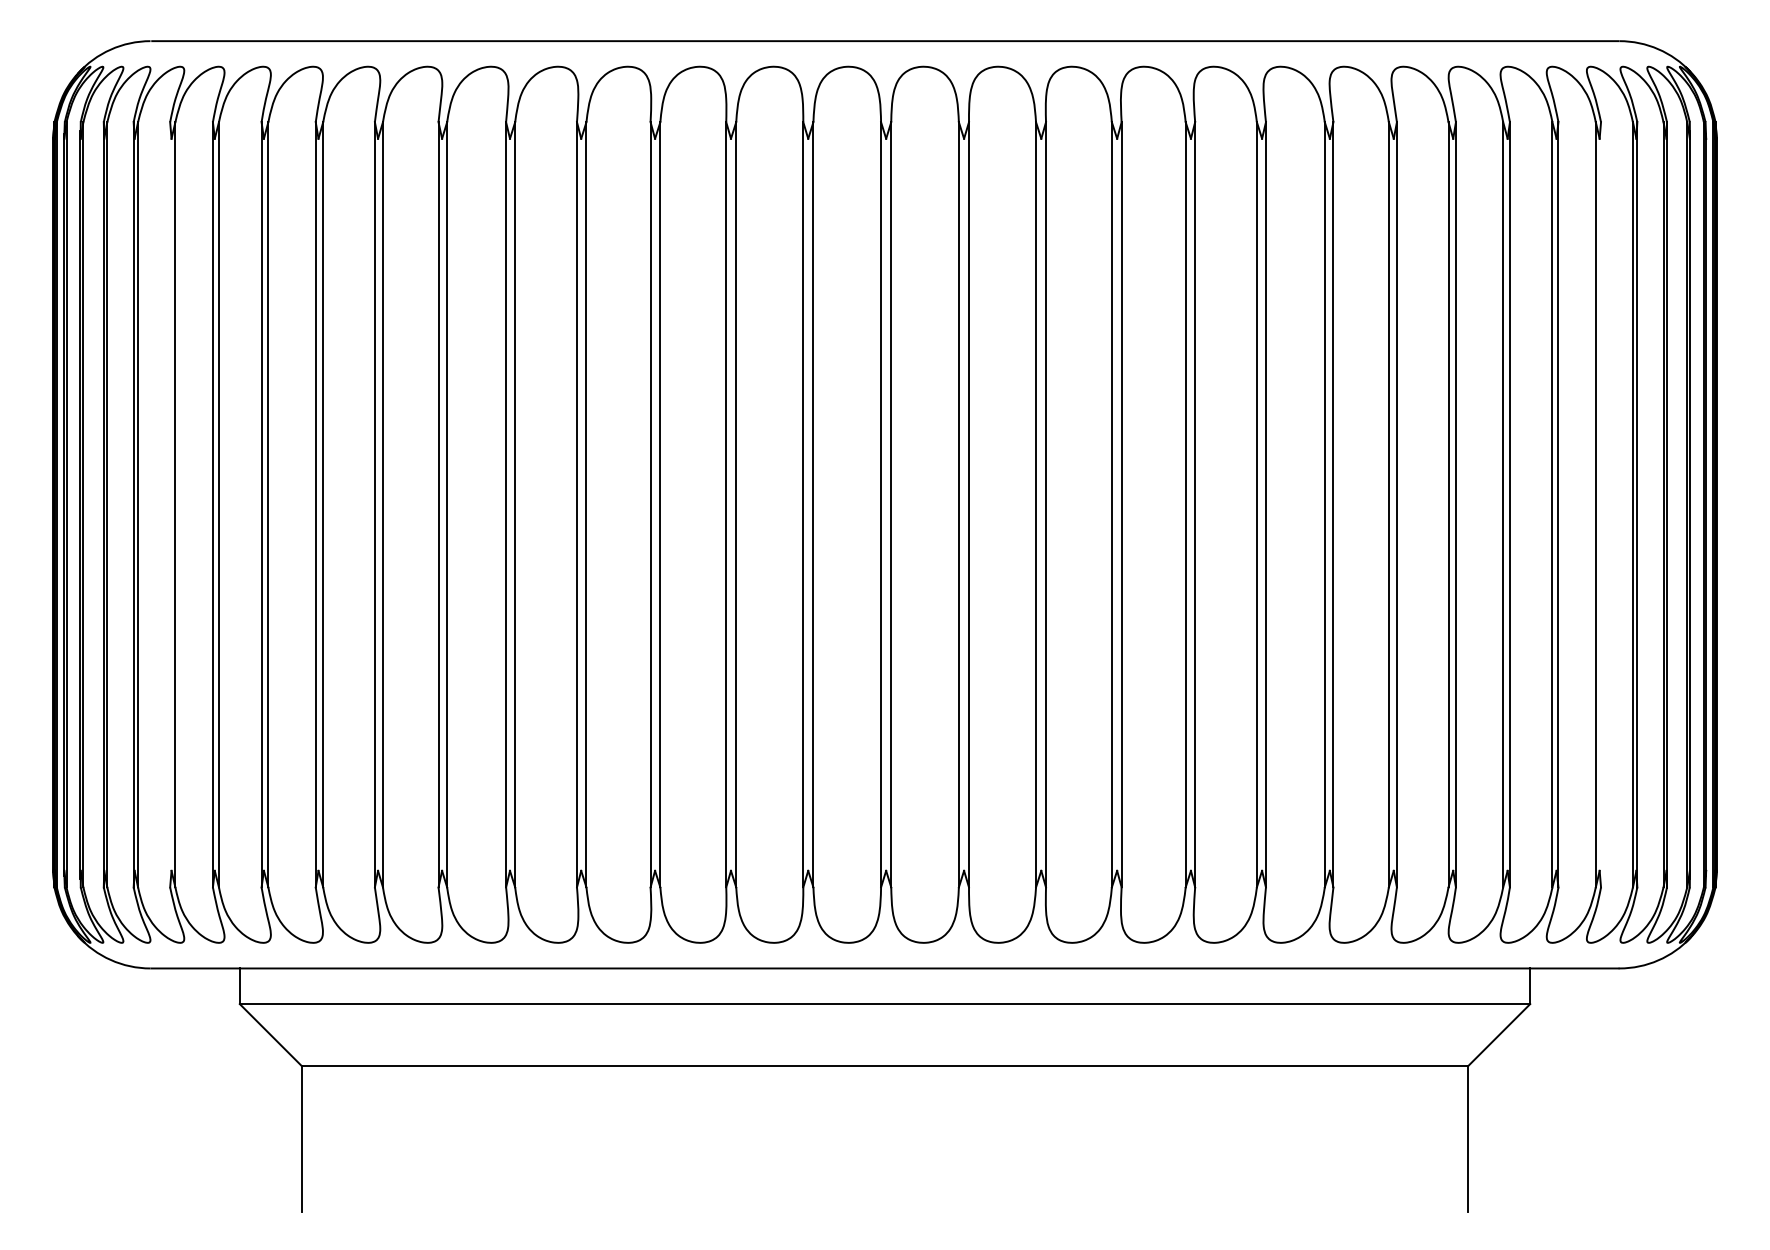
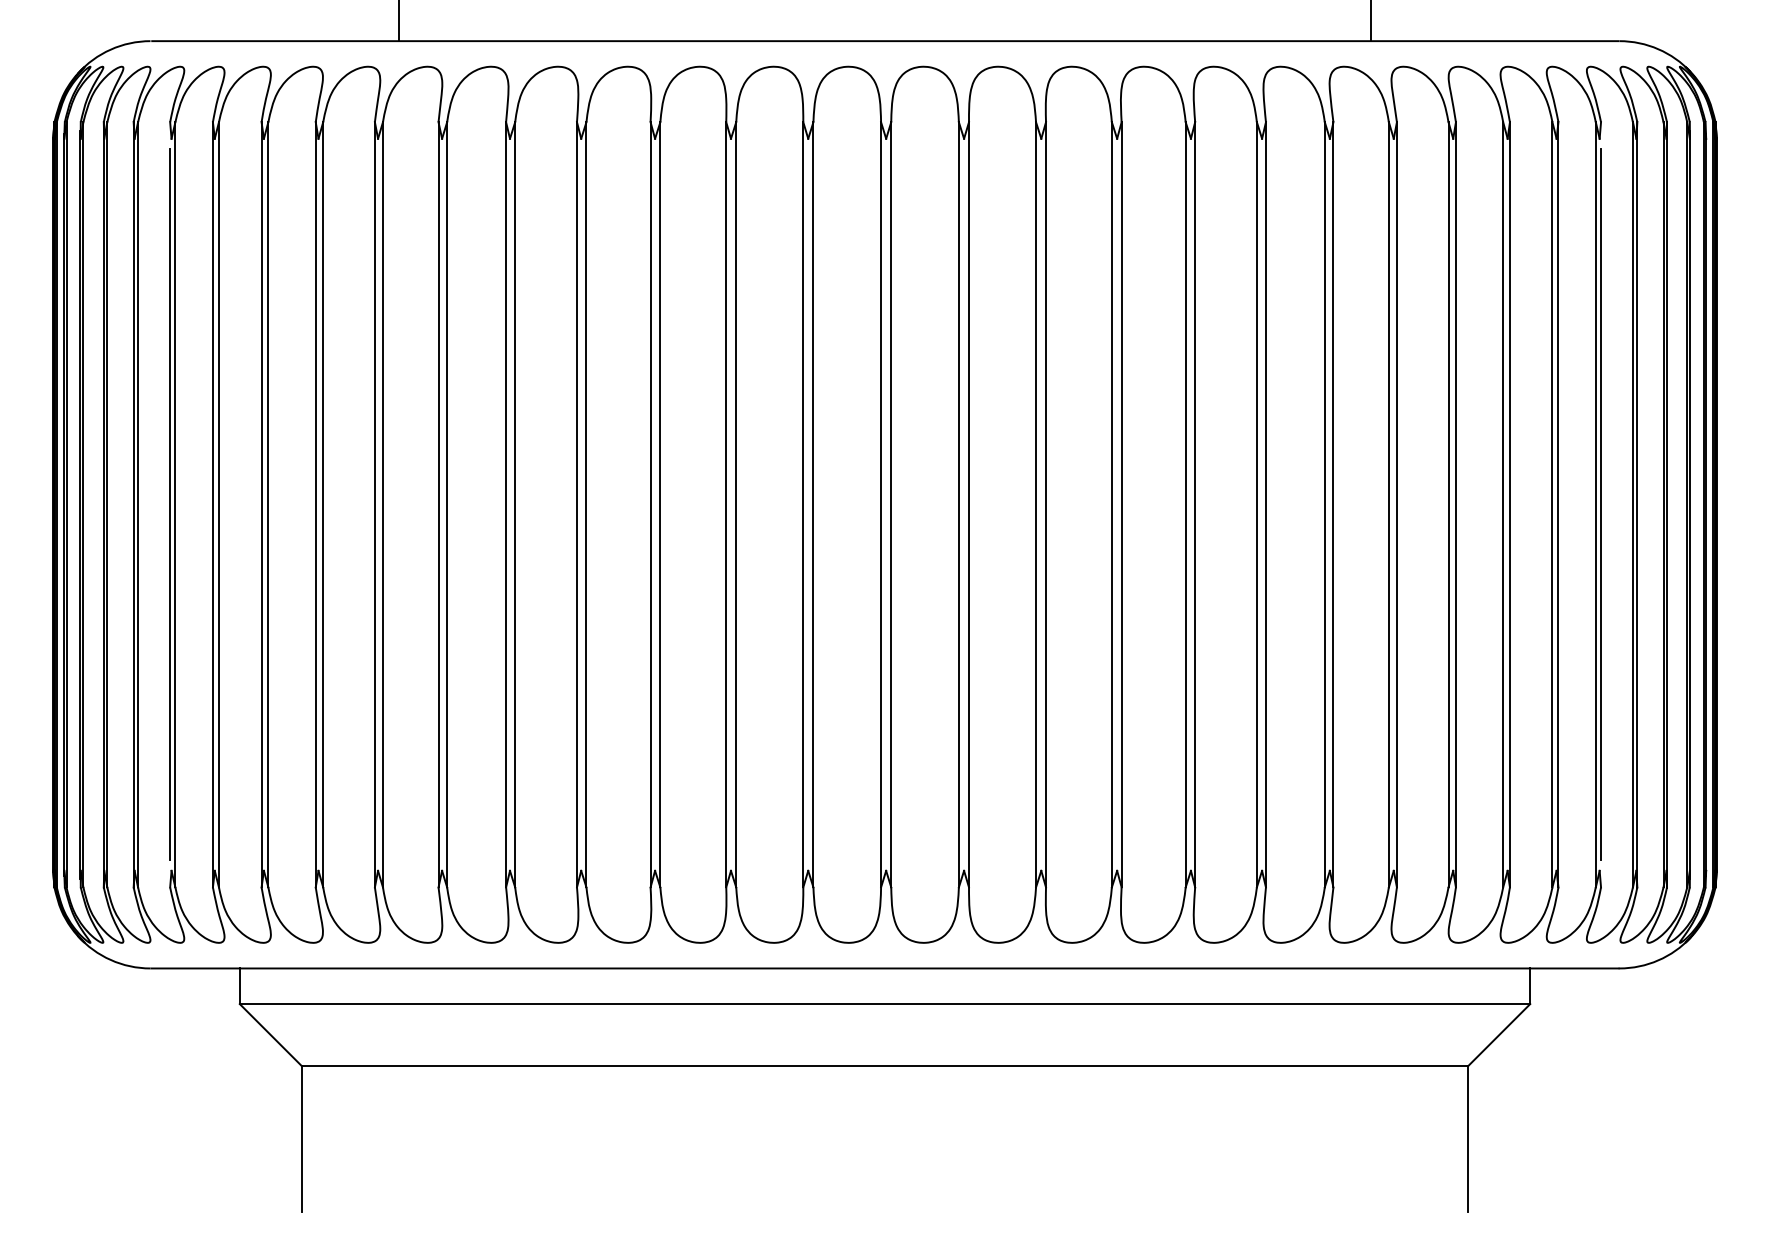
line at (399, 21): none -> present
line at (1370, 21): none -> present
line at (170, 504): none -> present
line at (1601, 504): none -> present
